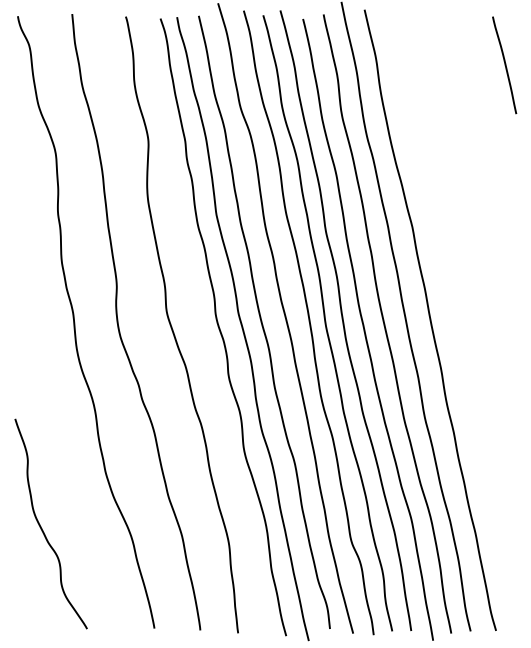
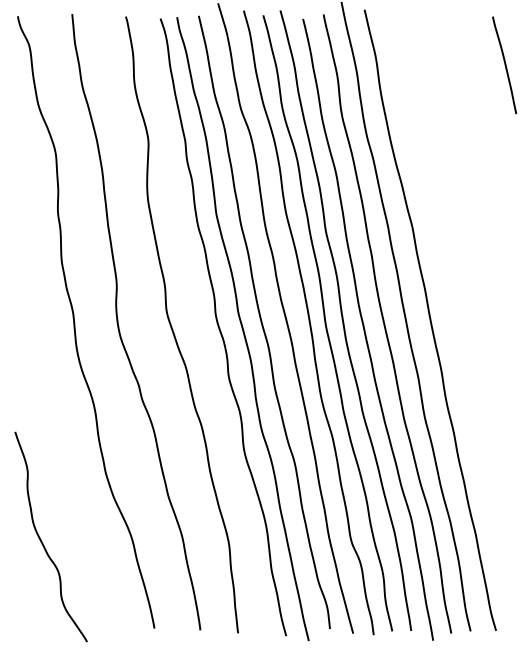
curve at (42, 528) position: (42, 528) -> (42, 541)
